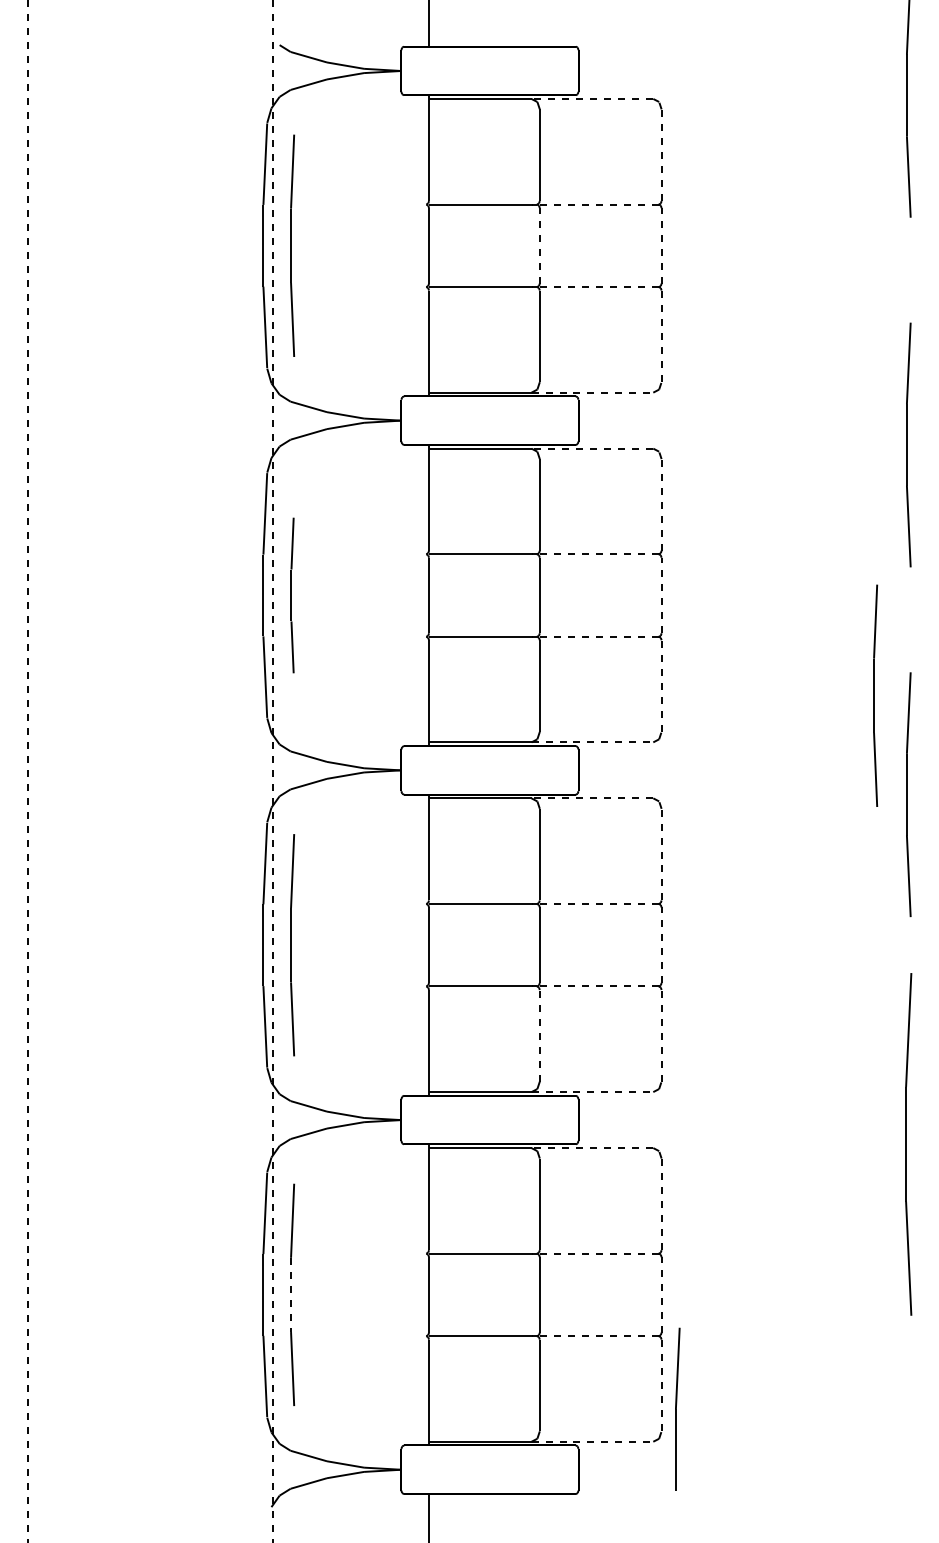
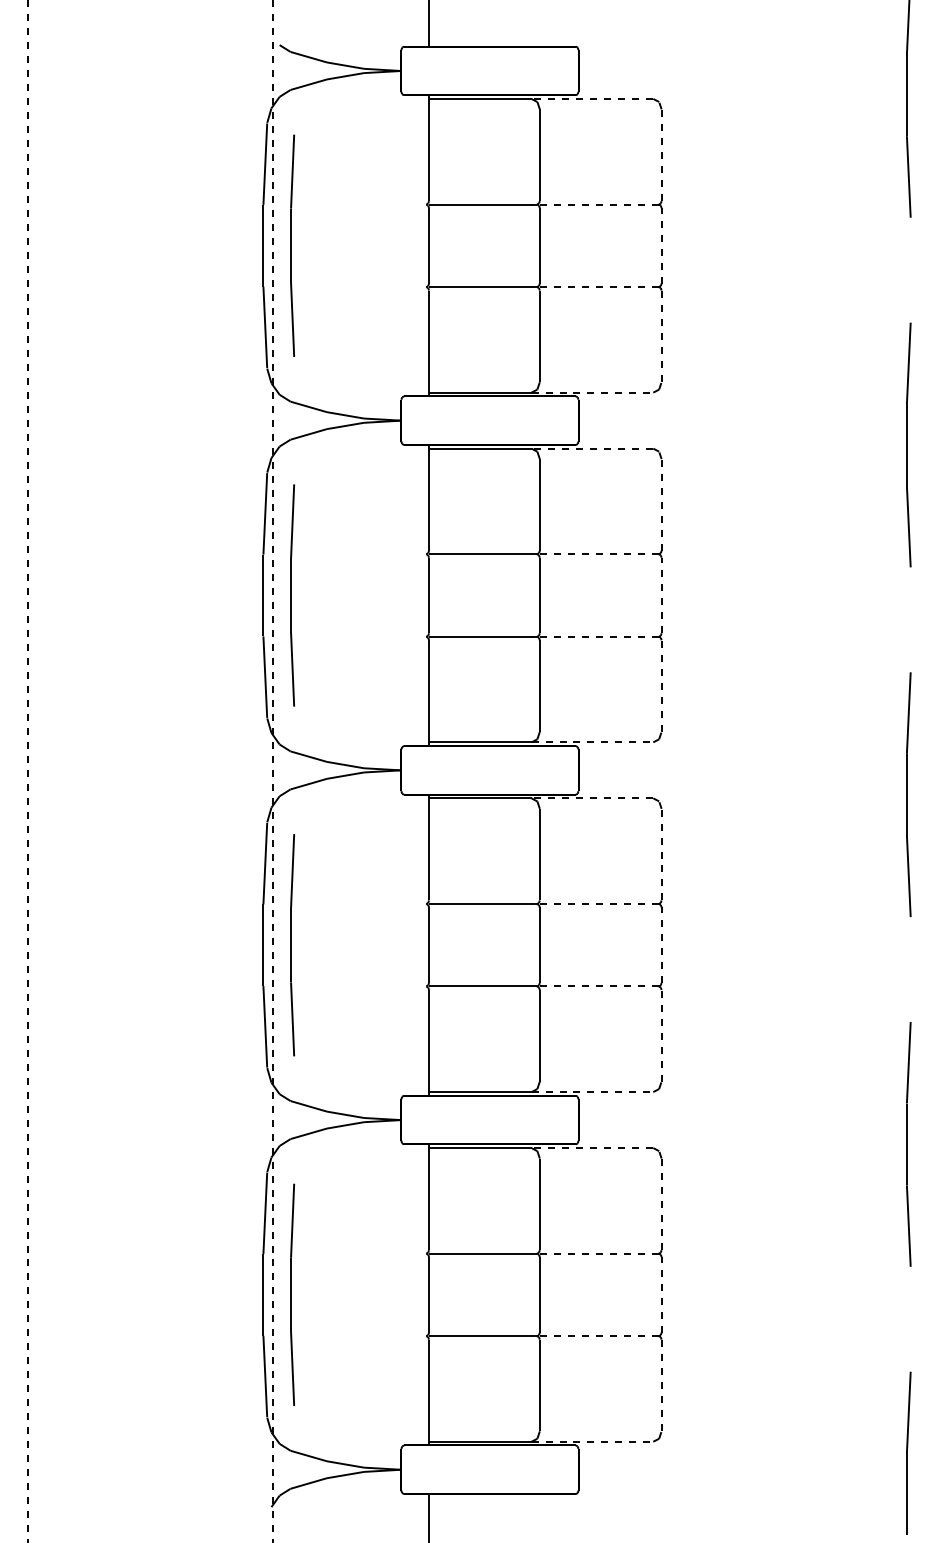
line at (539, 245): dashed -> solid
part at (292, 595) size: 5x157 px -> 5x223 px
part at (875, 695): present -> none
line at (539, 1035): dashed -> solid
part at (908, 1144) size: 8x343 px -> 6x245 px
line at (291, 1295): dashed -> solid
part at (677, 1408) position: (677, 1408) -> (908, 1452)
